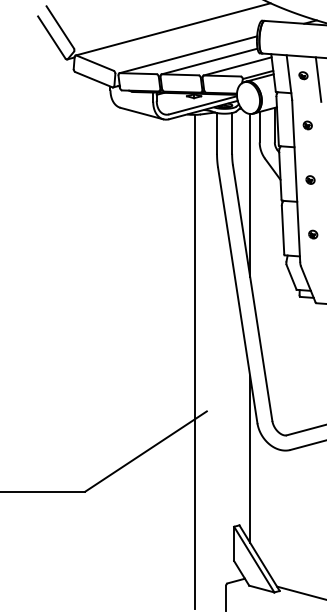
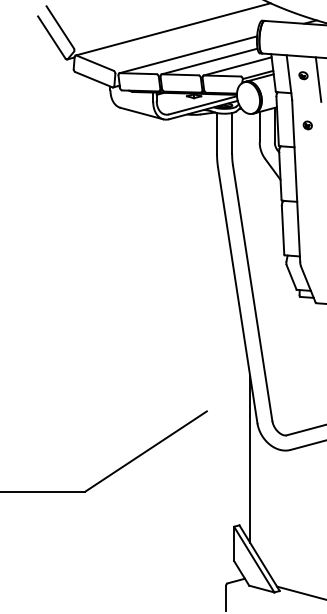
part at (310, 179): present -> none
line at (250, 195): present -> none
part at (313, 234): present -> none
line at (194, 361): present -> none
